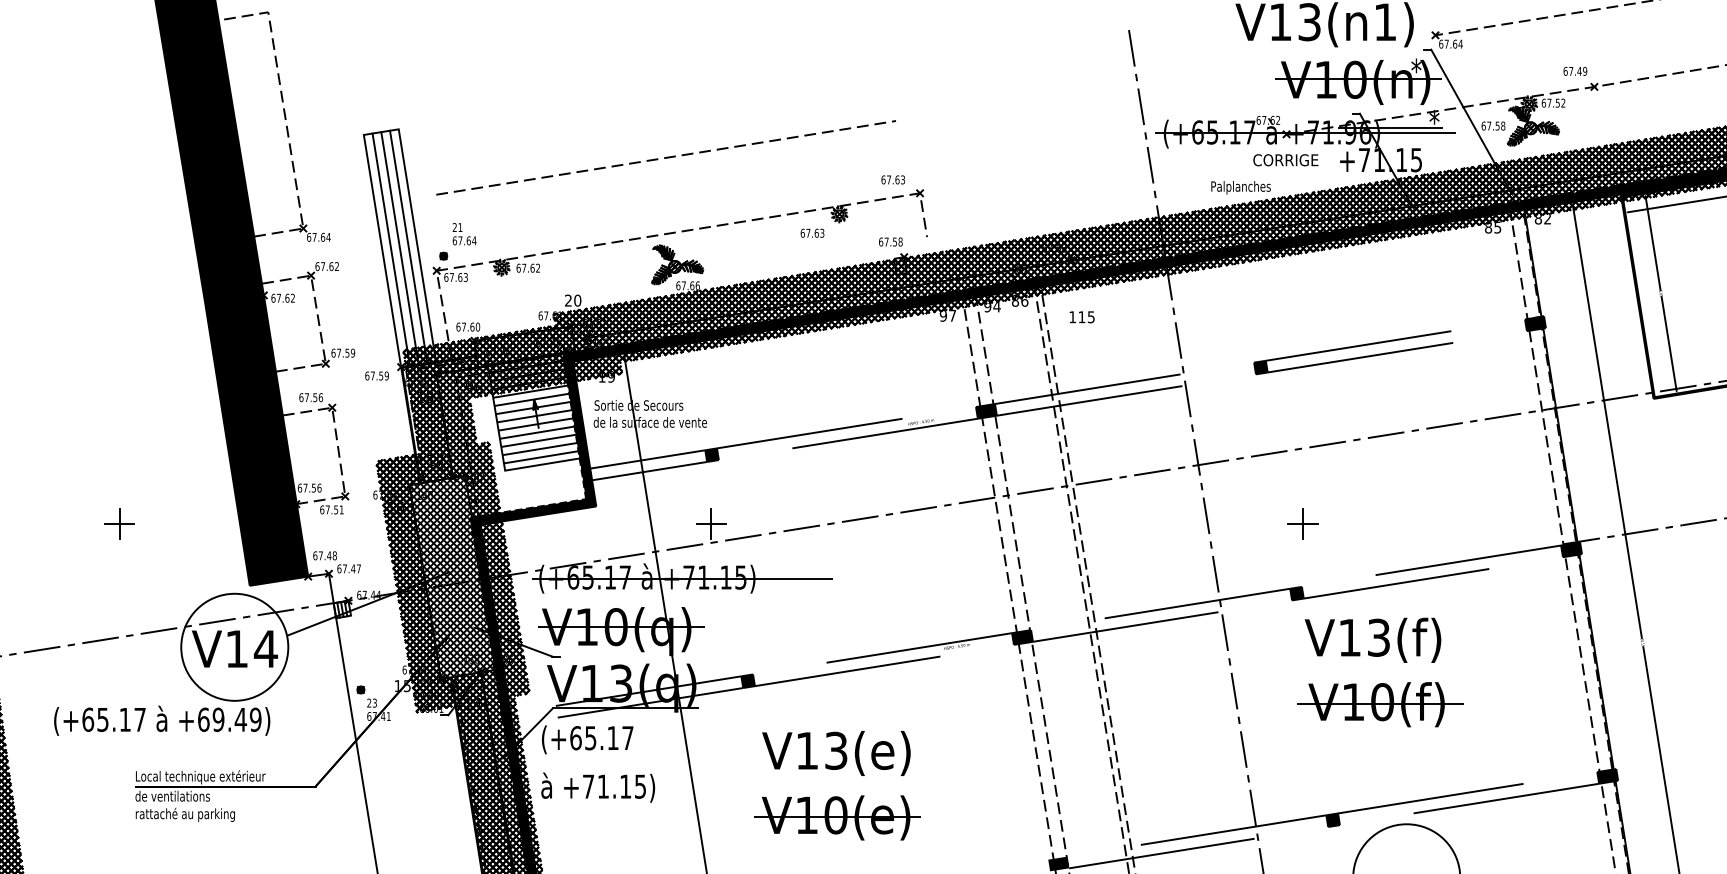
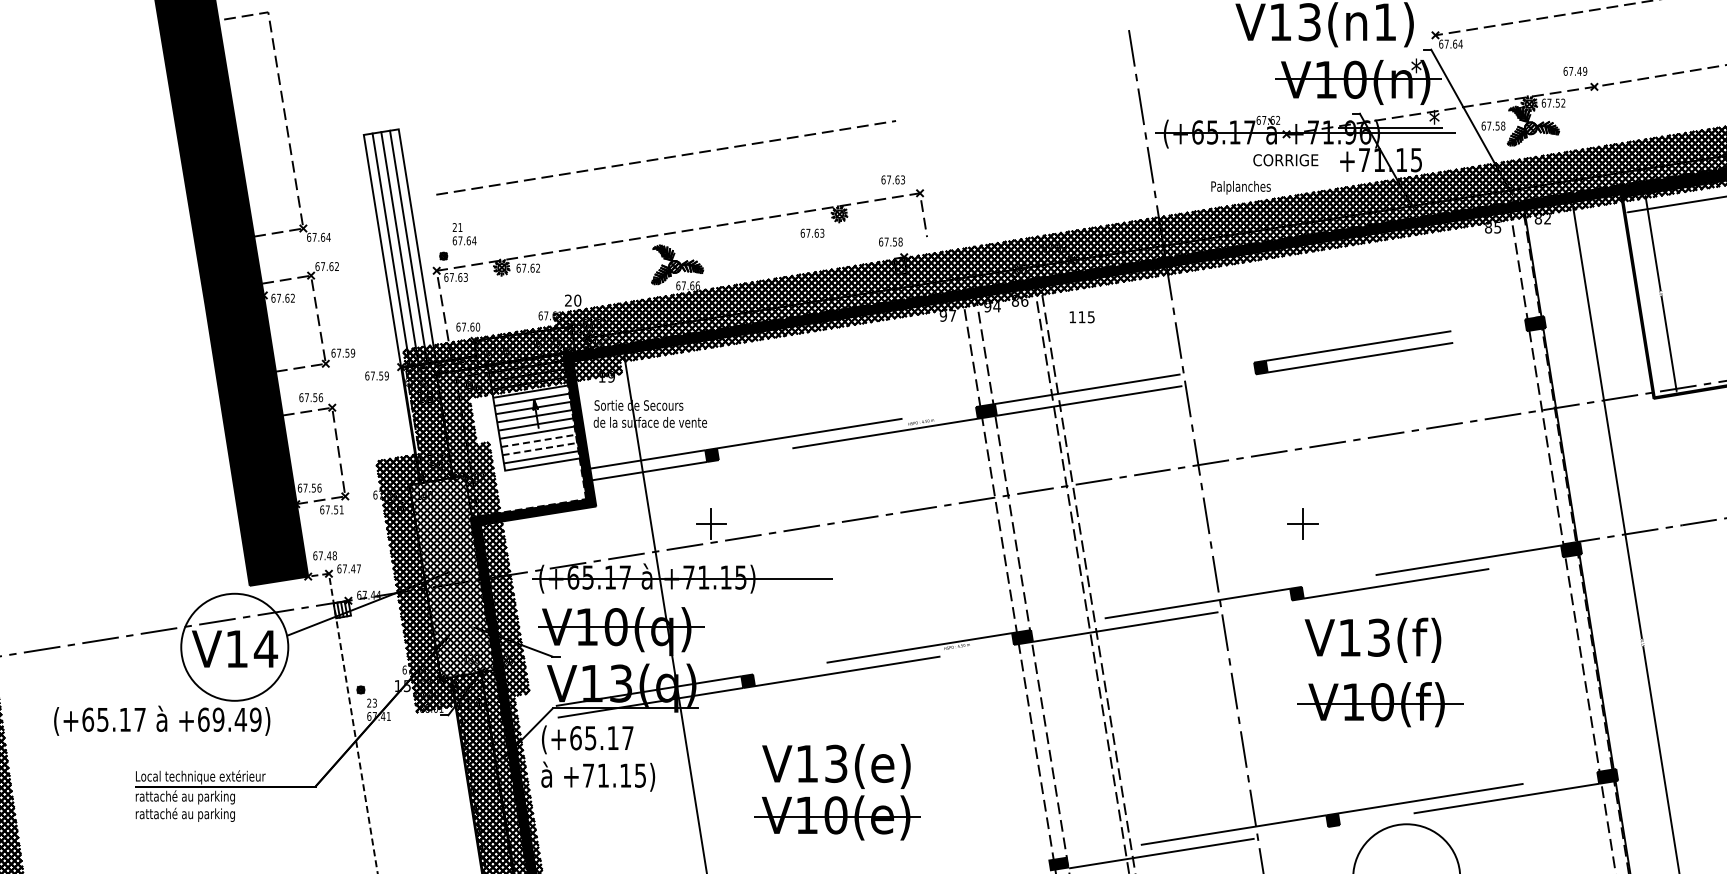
line at (540, 440): solid -> dashed
line at (542, 448): solid -> dashed
part at (119, 523): present -> none
line at (351, 712): solid -> dashed
text at (836, 753) position: (836, 753) -> (836, 766)
text at (598, 787) position: (598, 787) -> (598, 776)
text at (184, 797): de ventilations -> rattaché au parking
